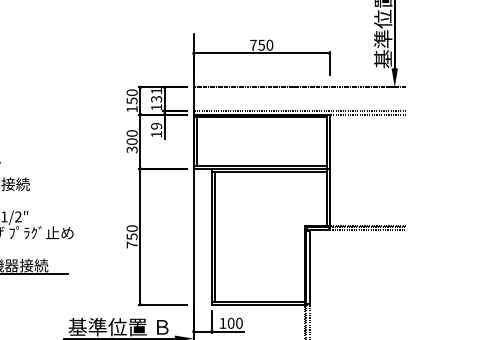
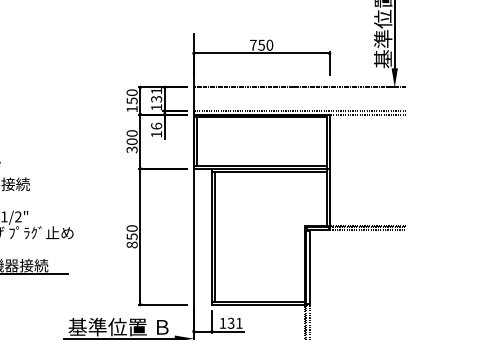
text at (156, 125): 19 -> 16
text at (131, 244): 750 -> 850
text at (234, 322): 100 -> 131
